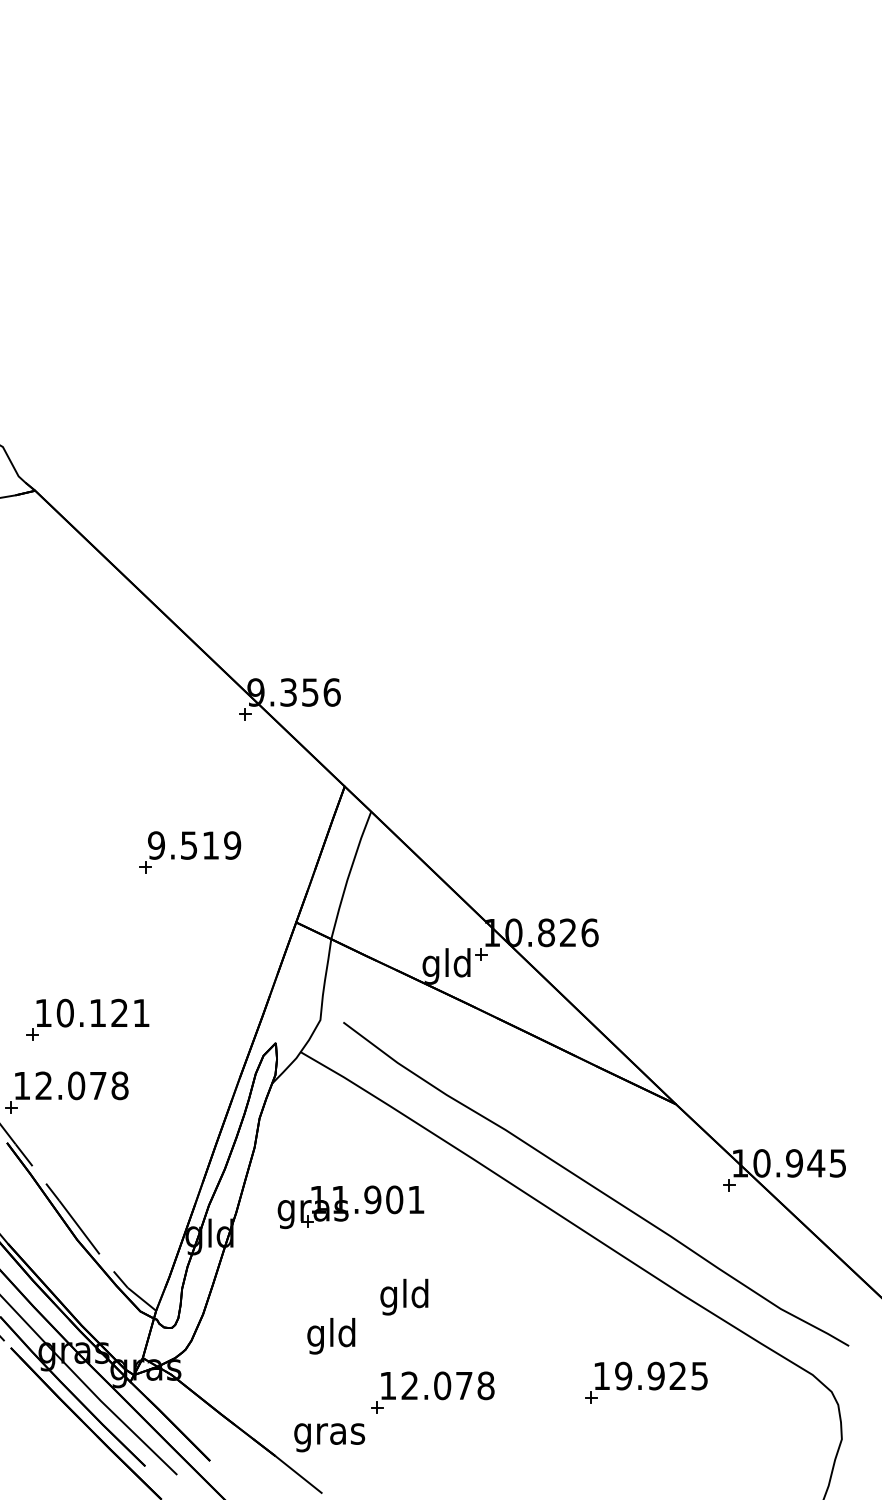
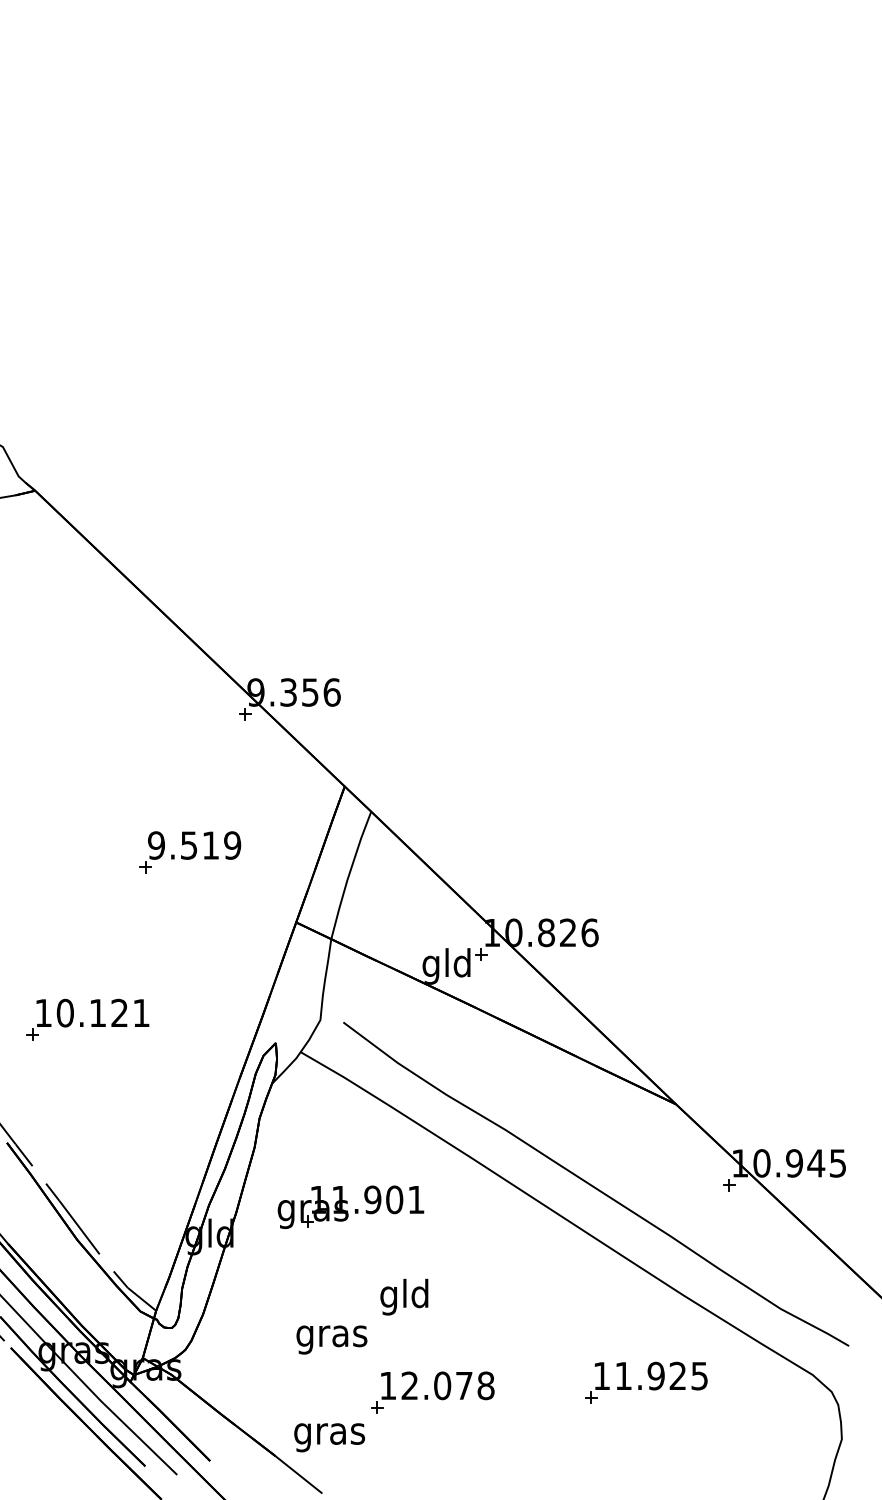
part at (66, 1092): present -> none
text at (331, 1336): gld -> gras
text at (623, 1375): 19.925 -> 11.925
